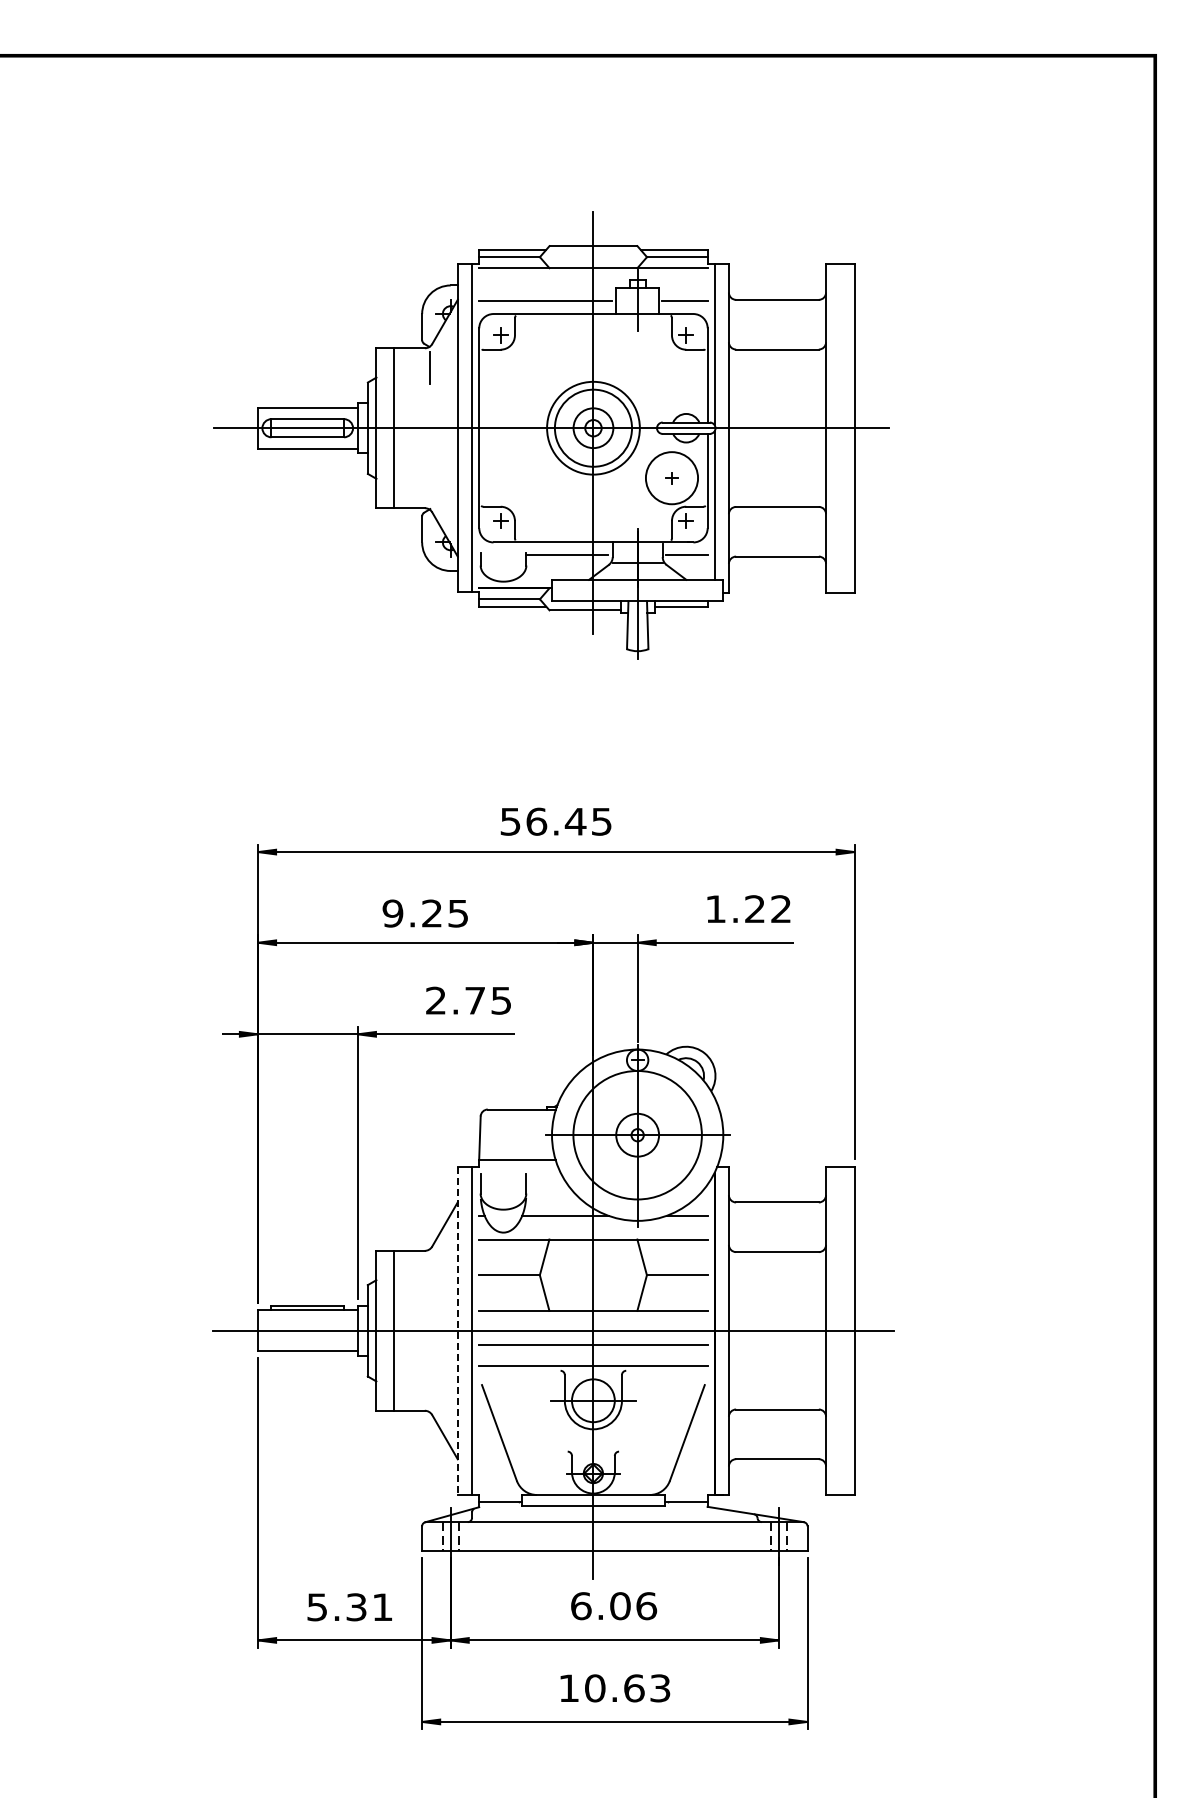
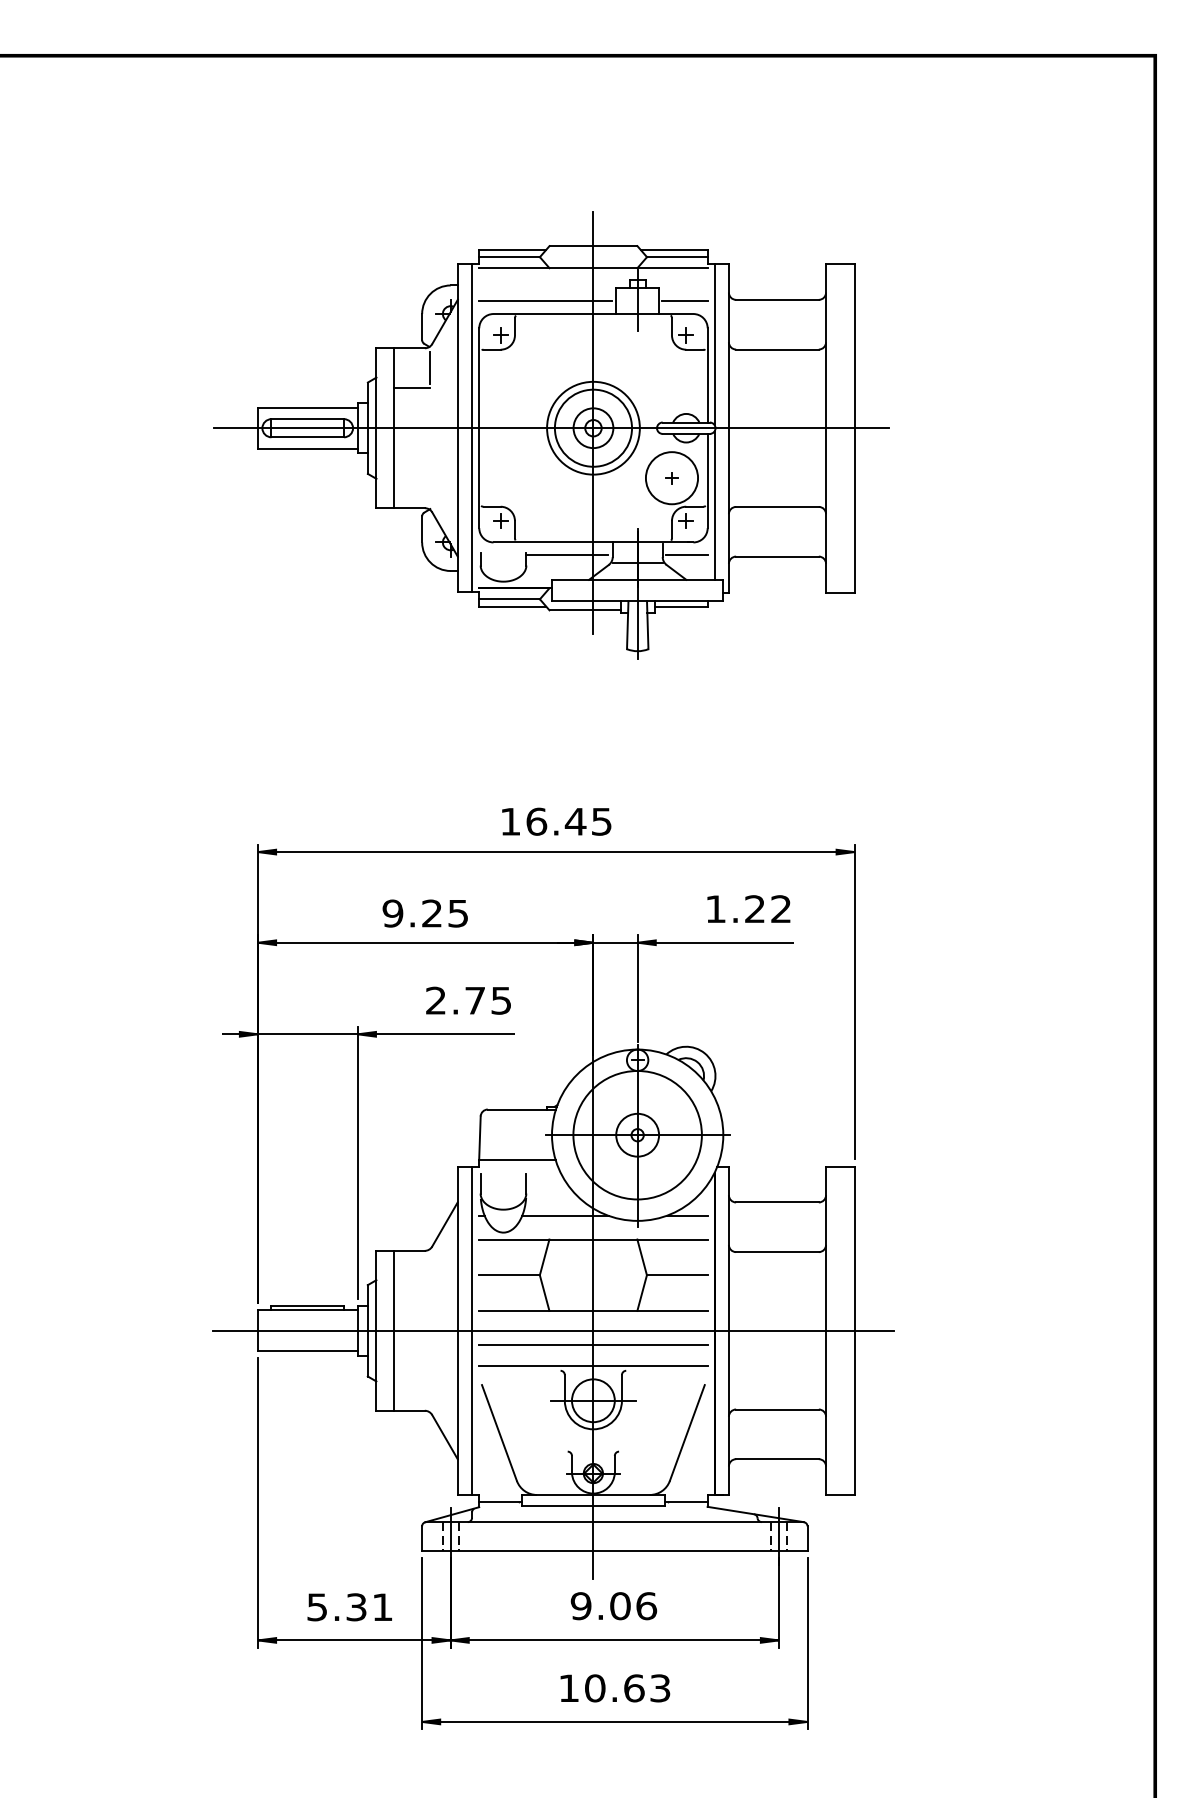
line at (411, 387): none -> present
text at (510, 821): 56.45 -> 16.45
line at (457, 1331): dashed -> solid
text at (580, 1606): 6.06 -> 9.06
